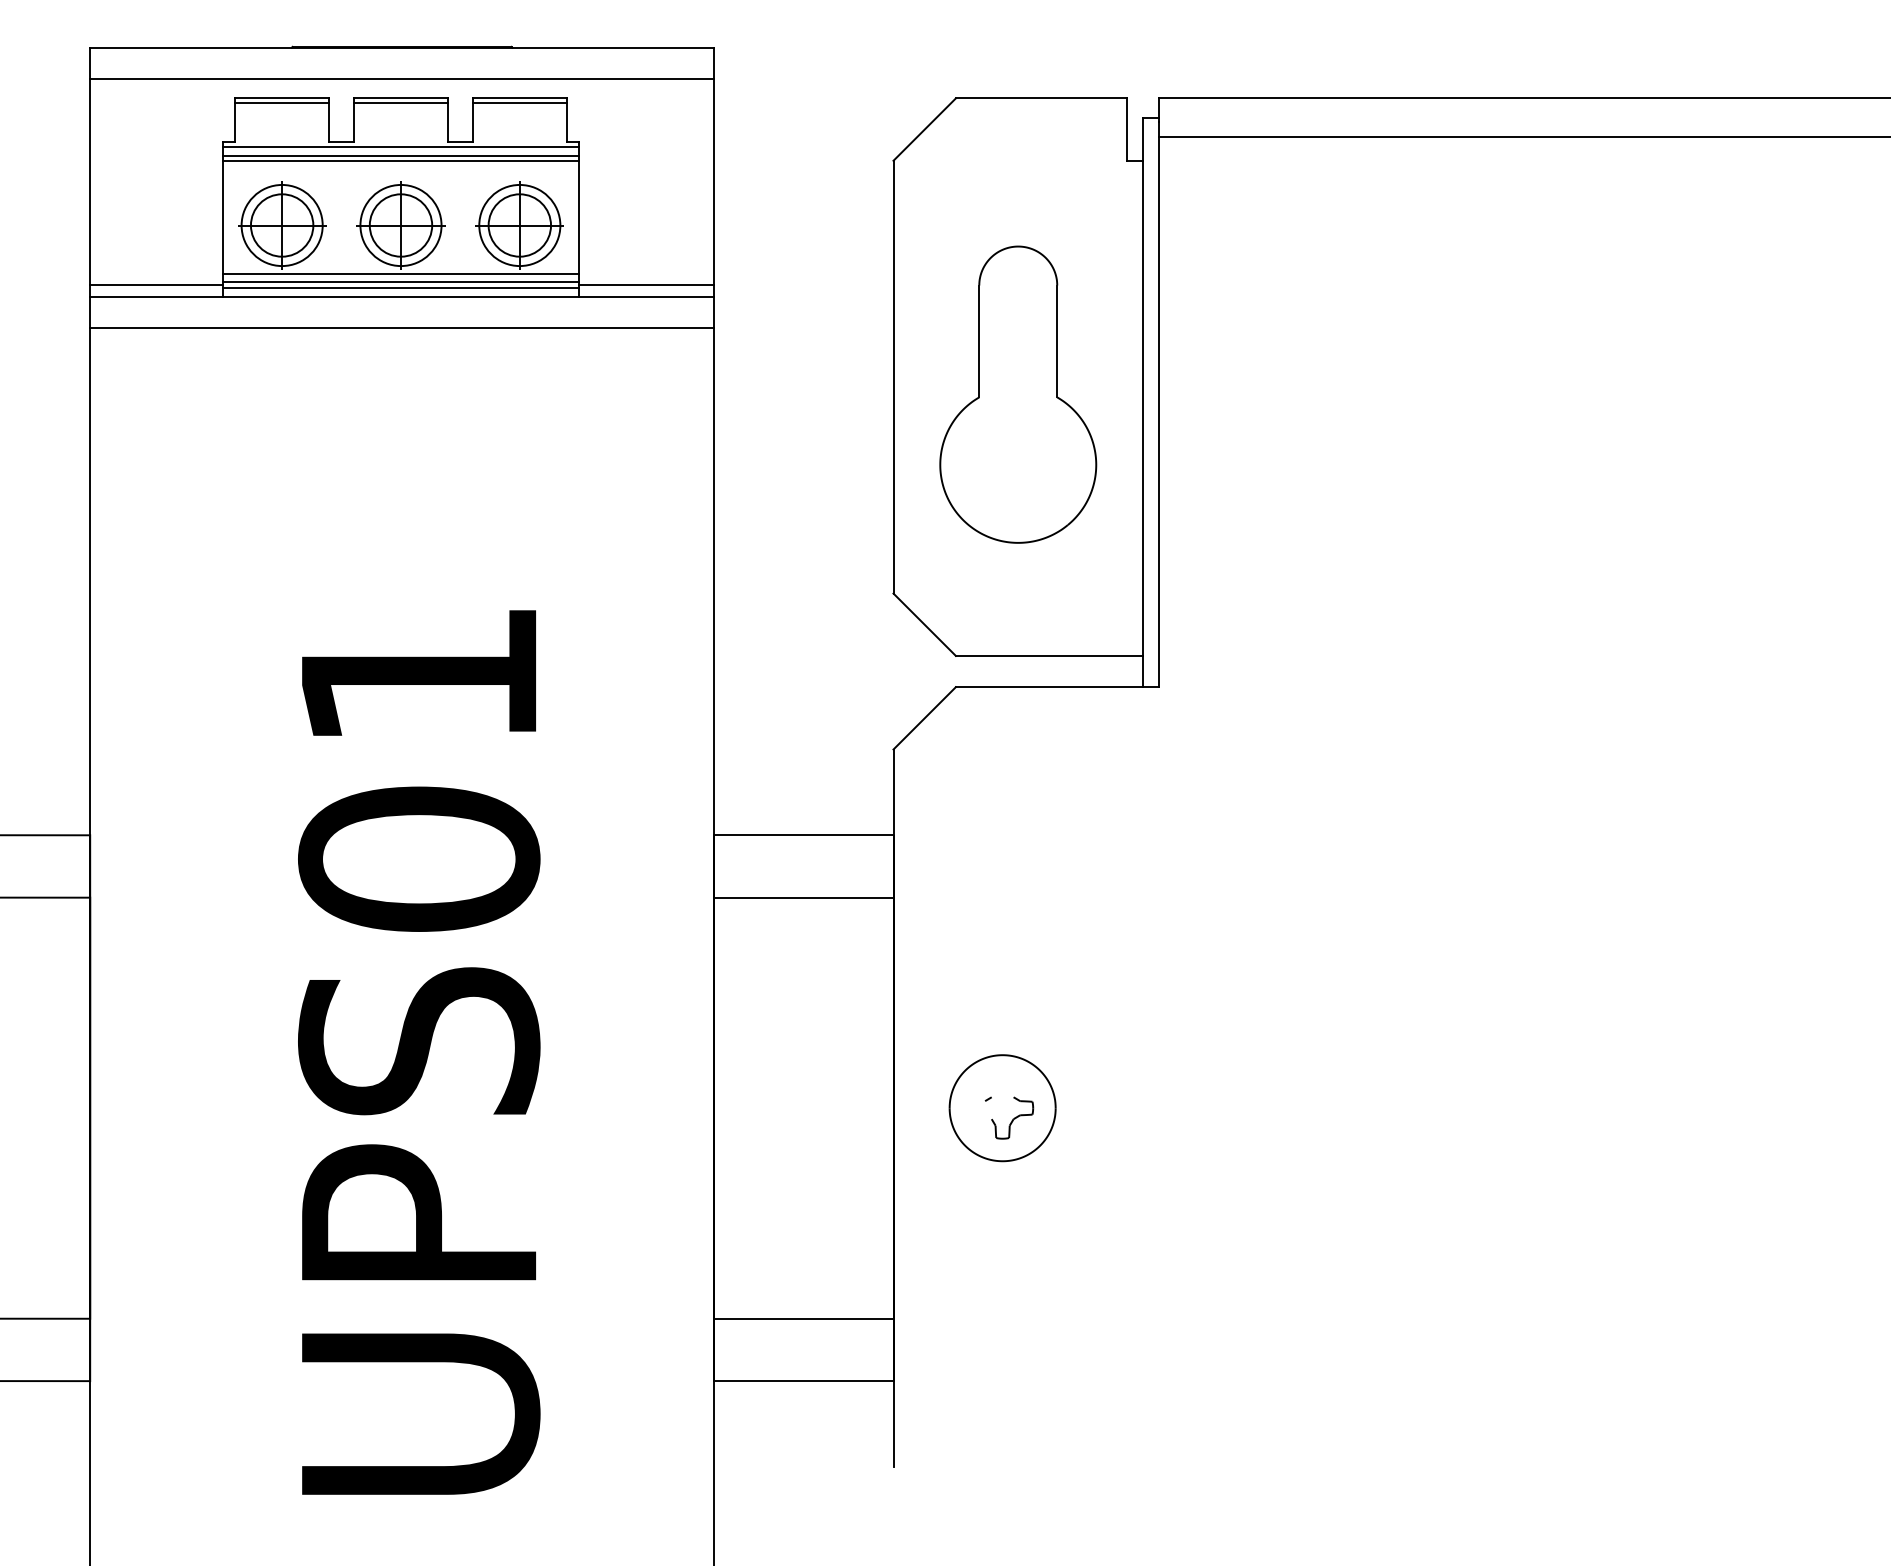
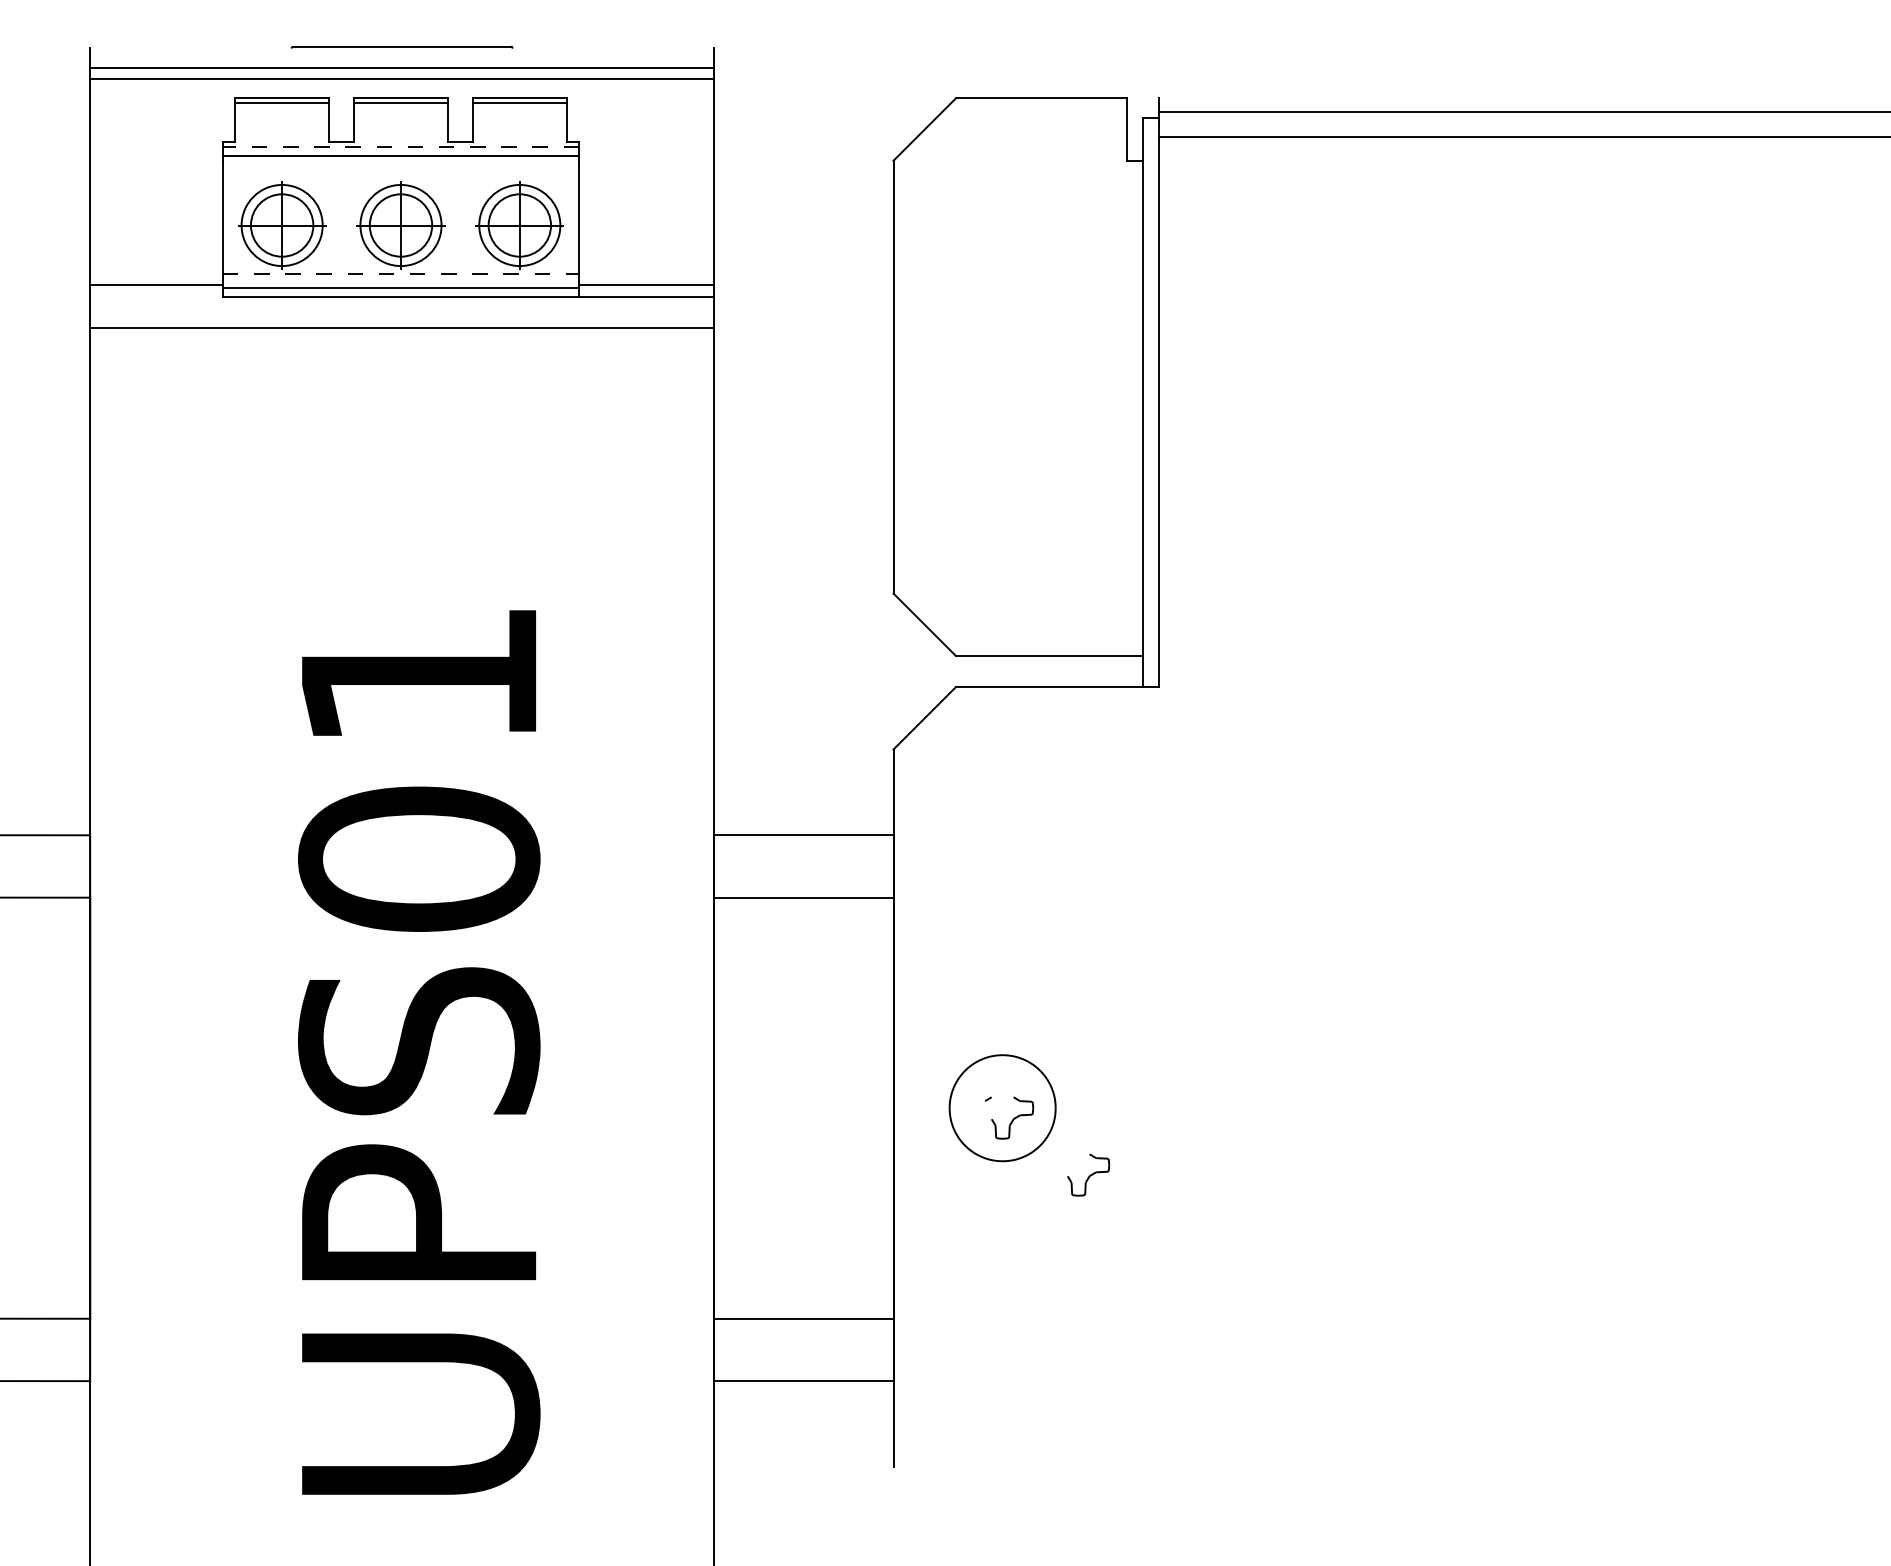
line at (402, 47) position: (402, 47) -> (402, 67)
line at (1522, 98) position: (1522, 98) -> (1522, 112)
line at (400, 146): solid -> dashed
line at (400, 160): present -> none
line at (401, 273): solid -> dashed
line at (400, 281): present -> none
line at (156, 297): present -> none
part at (1018, 394): present -> none
part at (1088, 1174): none -> present
